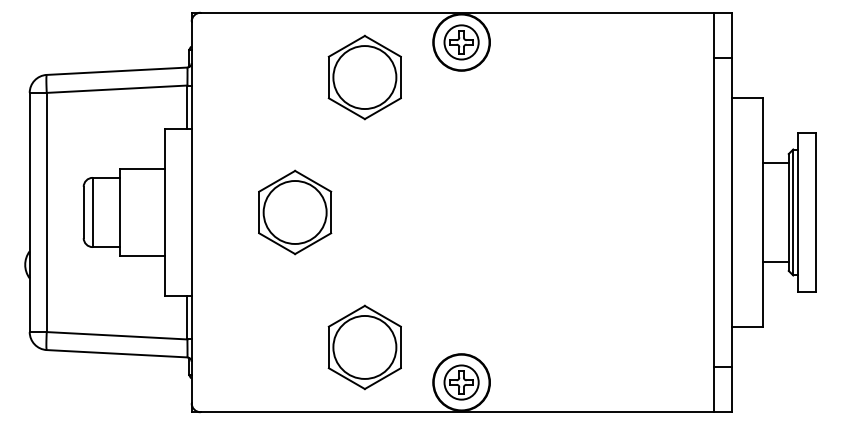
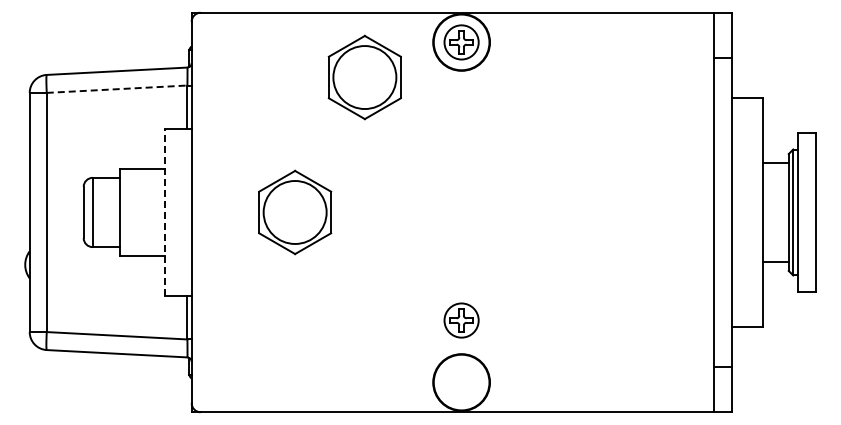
line at (117, 89): solid -> dashed
line at (164, 212): solid -> dashed
part at (364, 347): present -> none
part at (461, 382) position: (461, 382) -> (461, 320)
